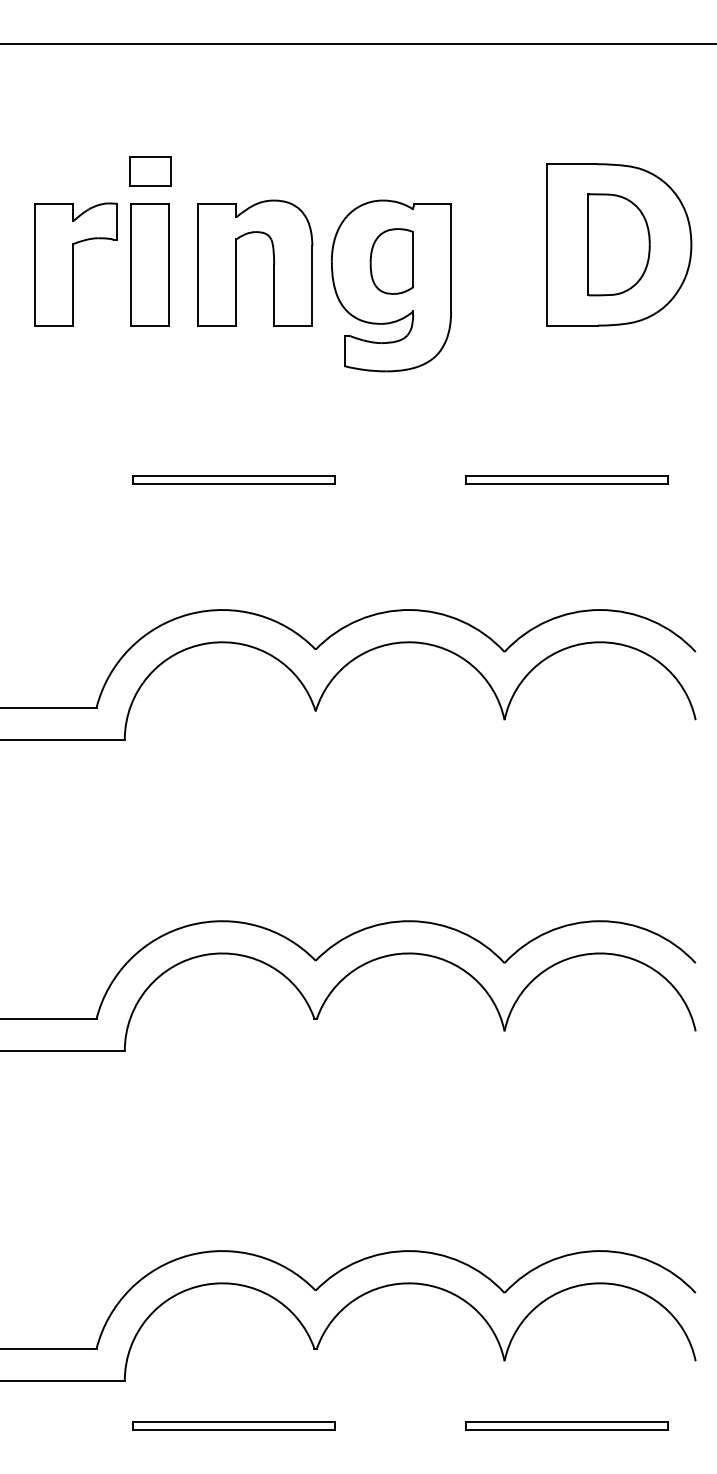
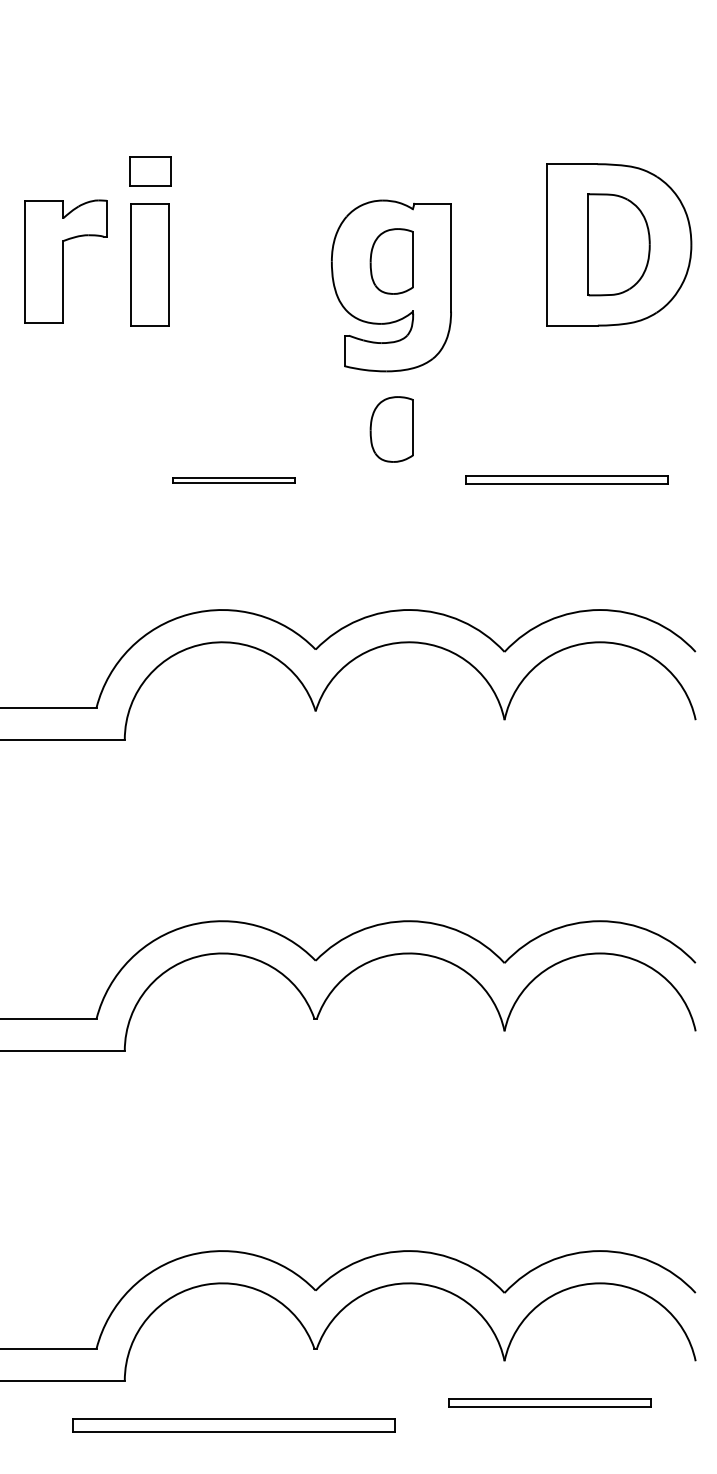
line at (357, 44): present -> none
part at (273, 262): present -> none
part at (75, 264) position: (75, 264) -> (65, 261)
part at (391, 429): none -> present
part at (233, 479) size: 204x10 px -> 124x7 px
part at (233, 1425) size: 204x10 px -> 324x15 px
part at (566, 1425) position: (566, 1425) -> (549, 1402)
